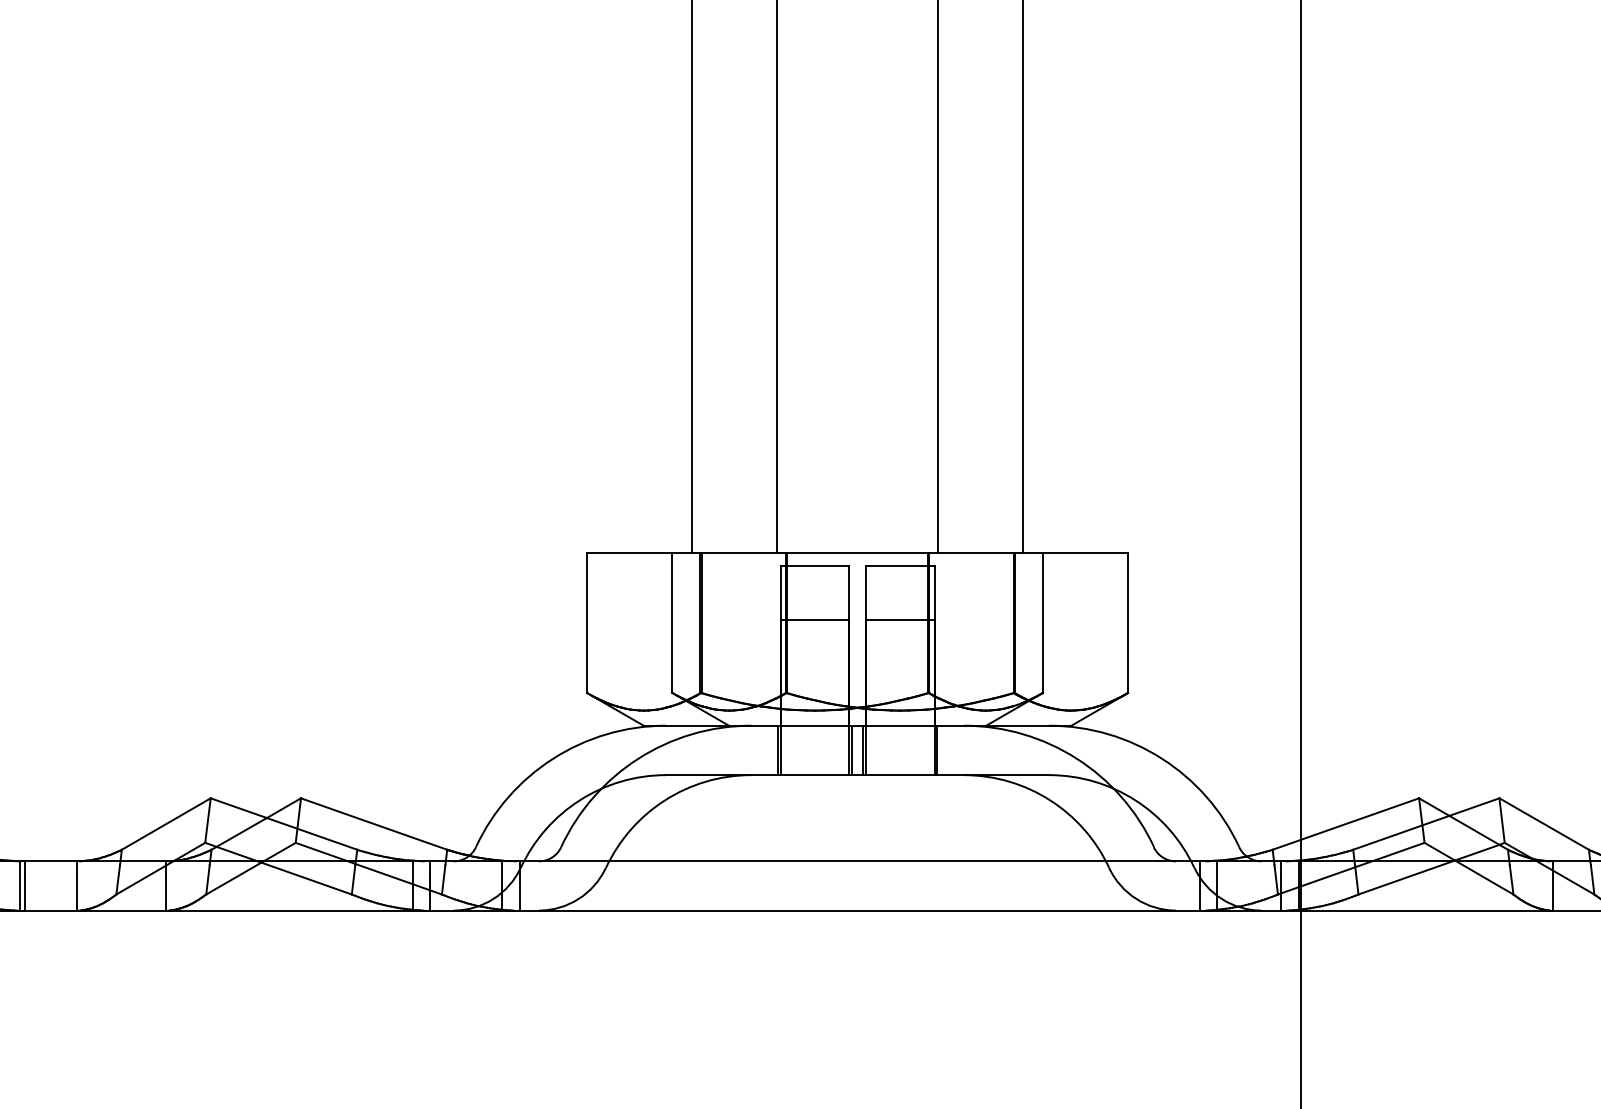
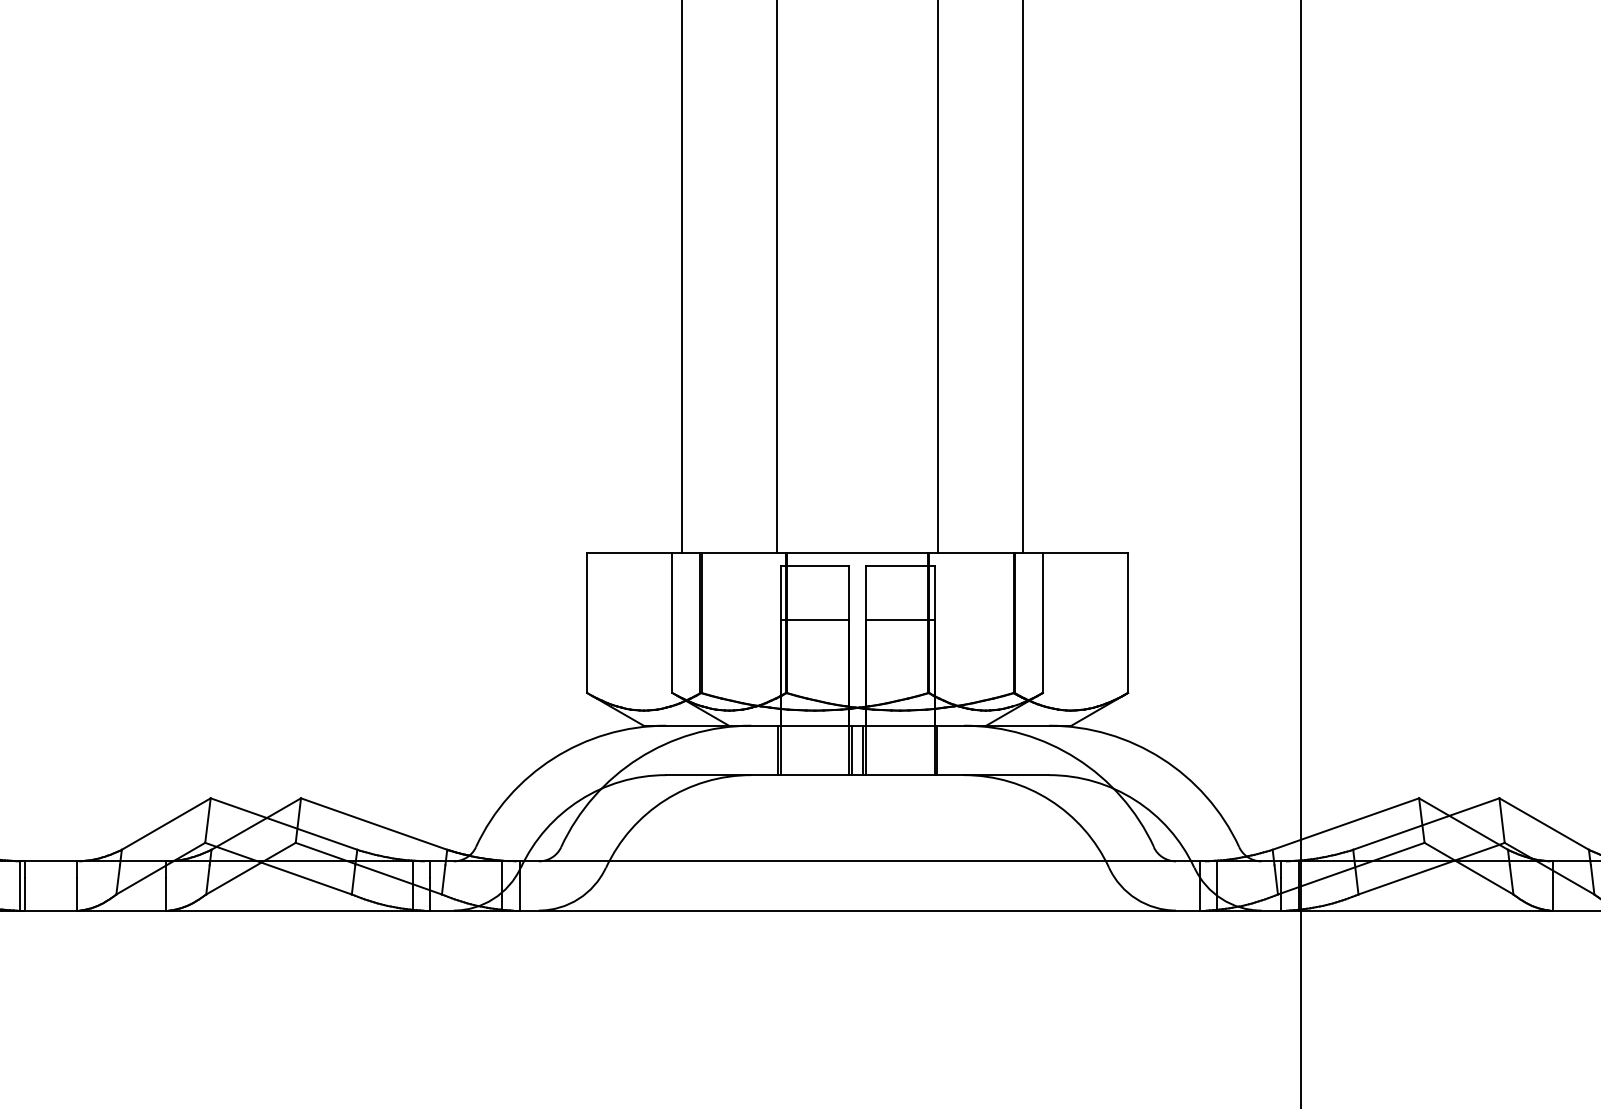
line at (691, 277) position: (691, 277) -> (681, 277)
